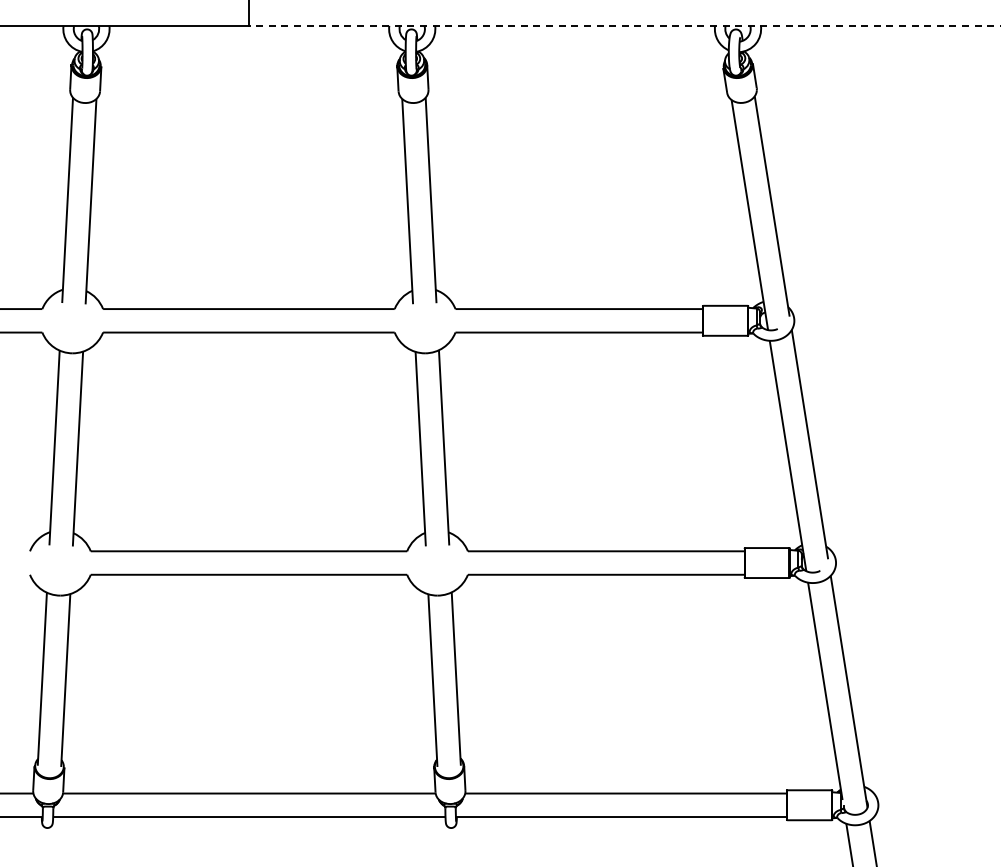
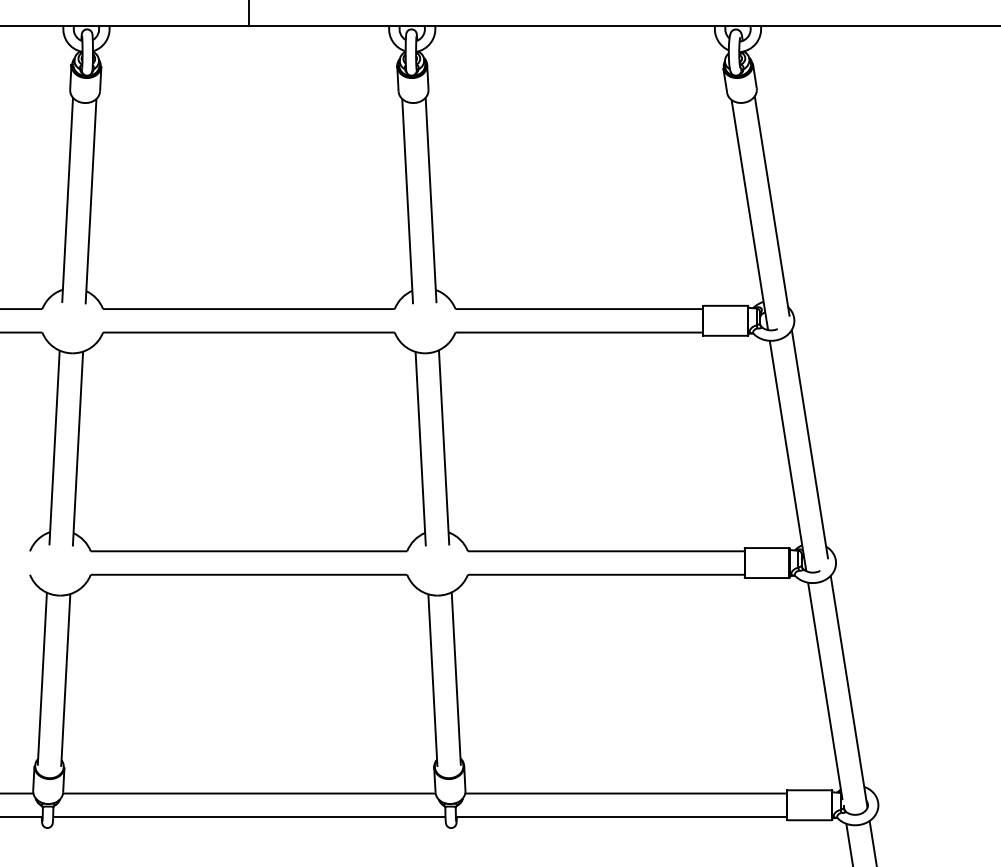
line at (624, 25): dashed -> solid
